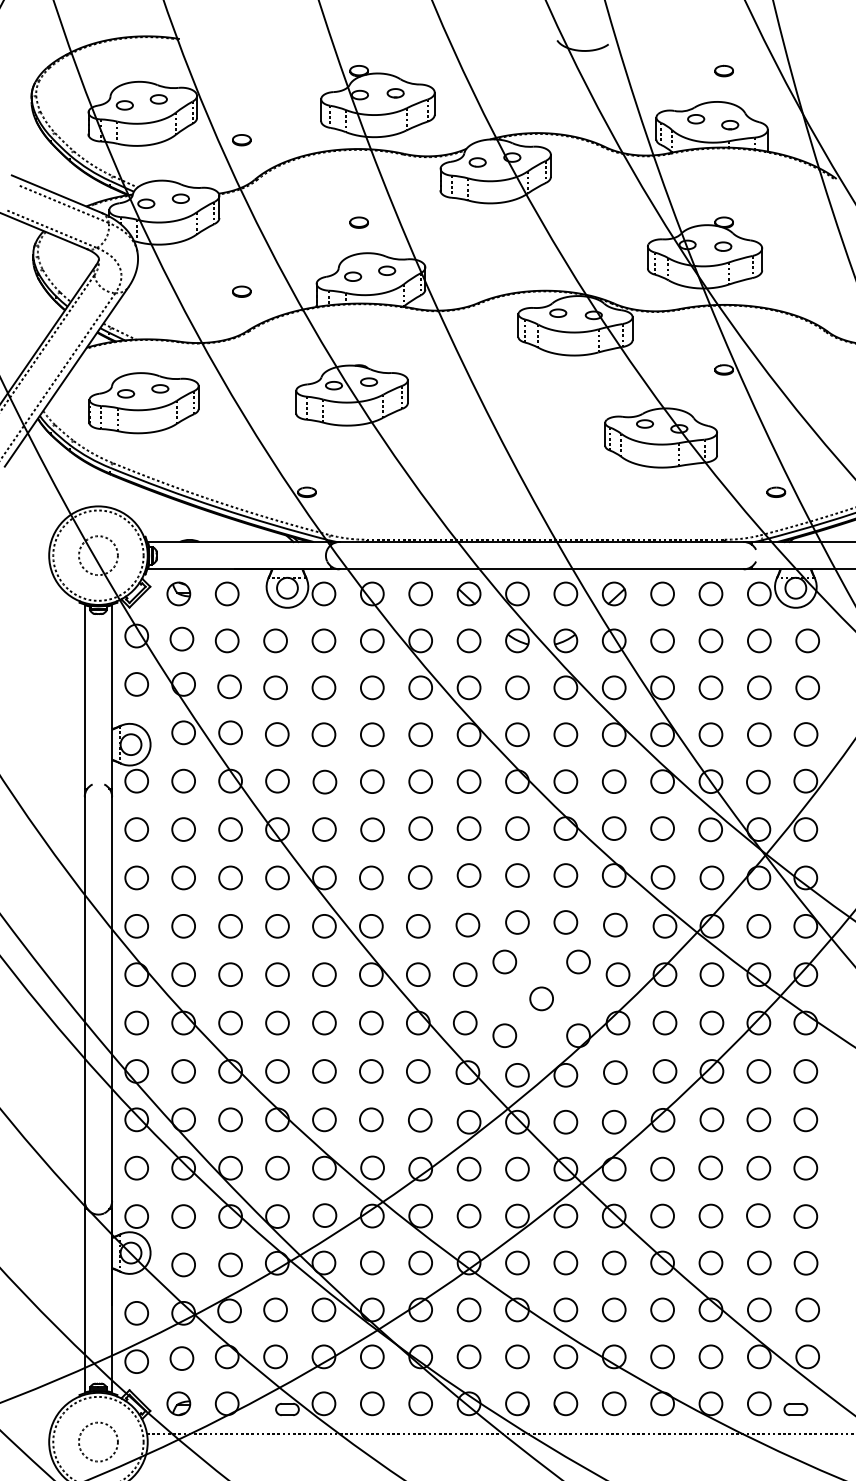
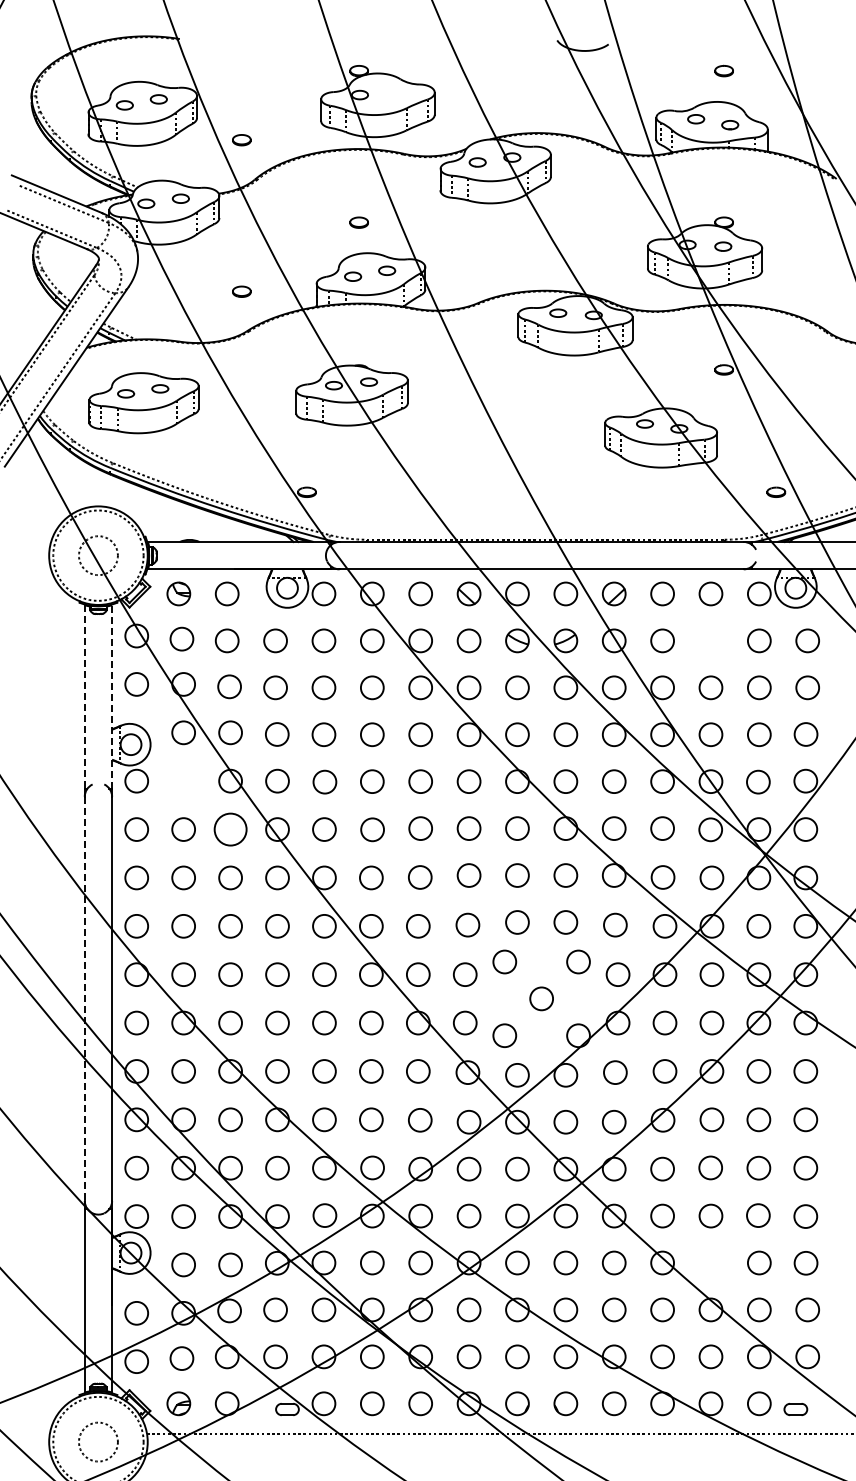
part at (395, 93): present -> none
circle at (710, 640): present -> none
line at (84, 696): solid -> dashed
line at (112, 696): solid -> dashed
circle at (183, 780): present -> none
circle at (230, 829) size: 25x25 px -> 35x35 px
line at (84, 999): solid -> dashed
circle at (710, 1262): present -> none
